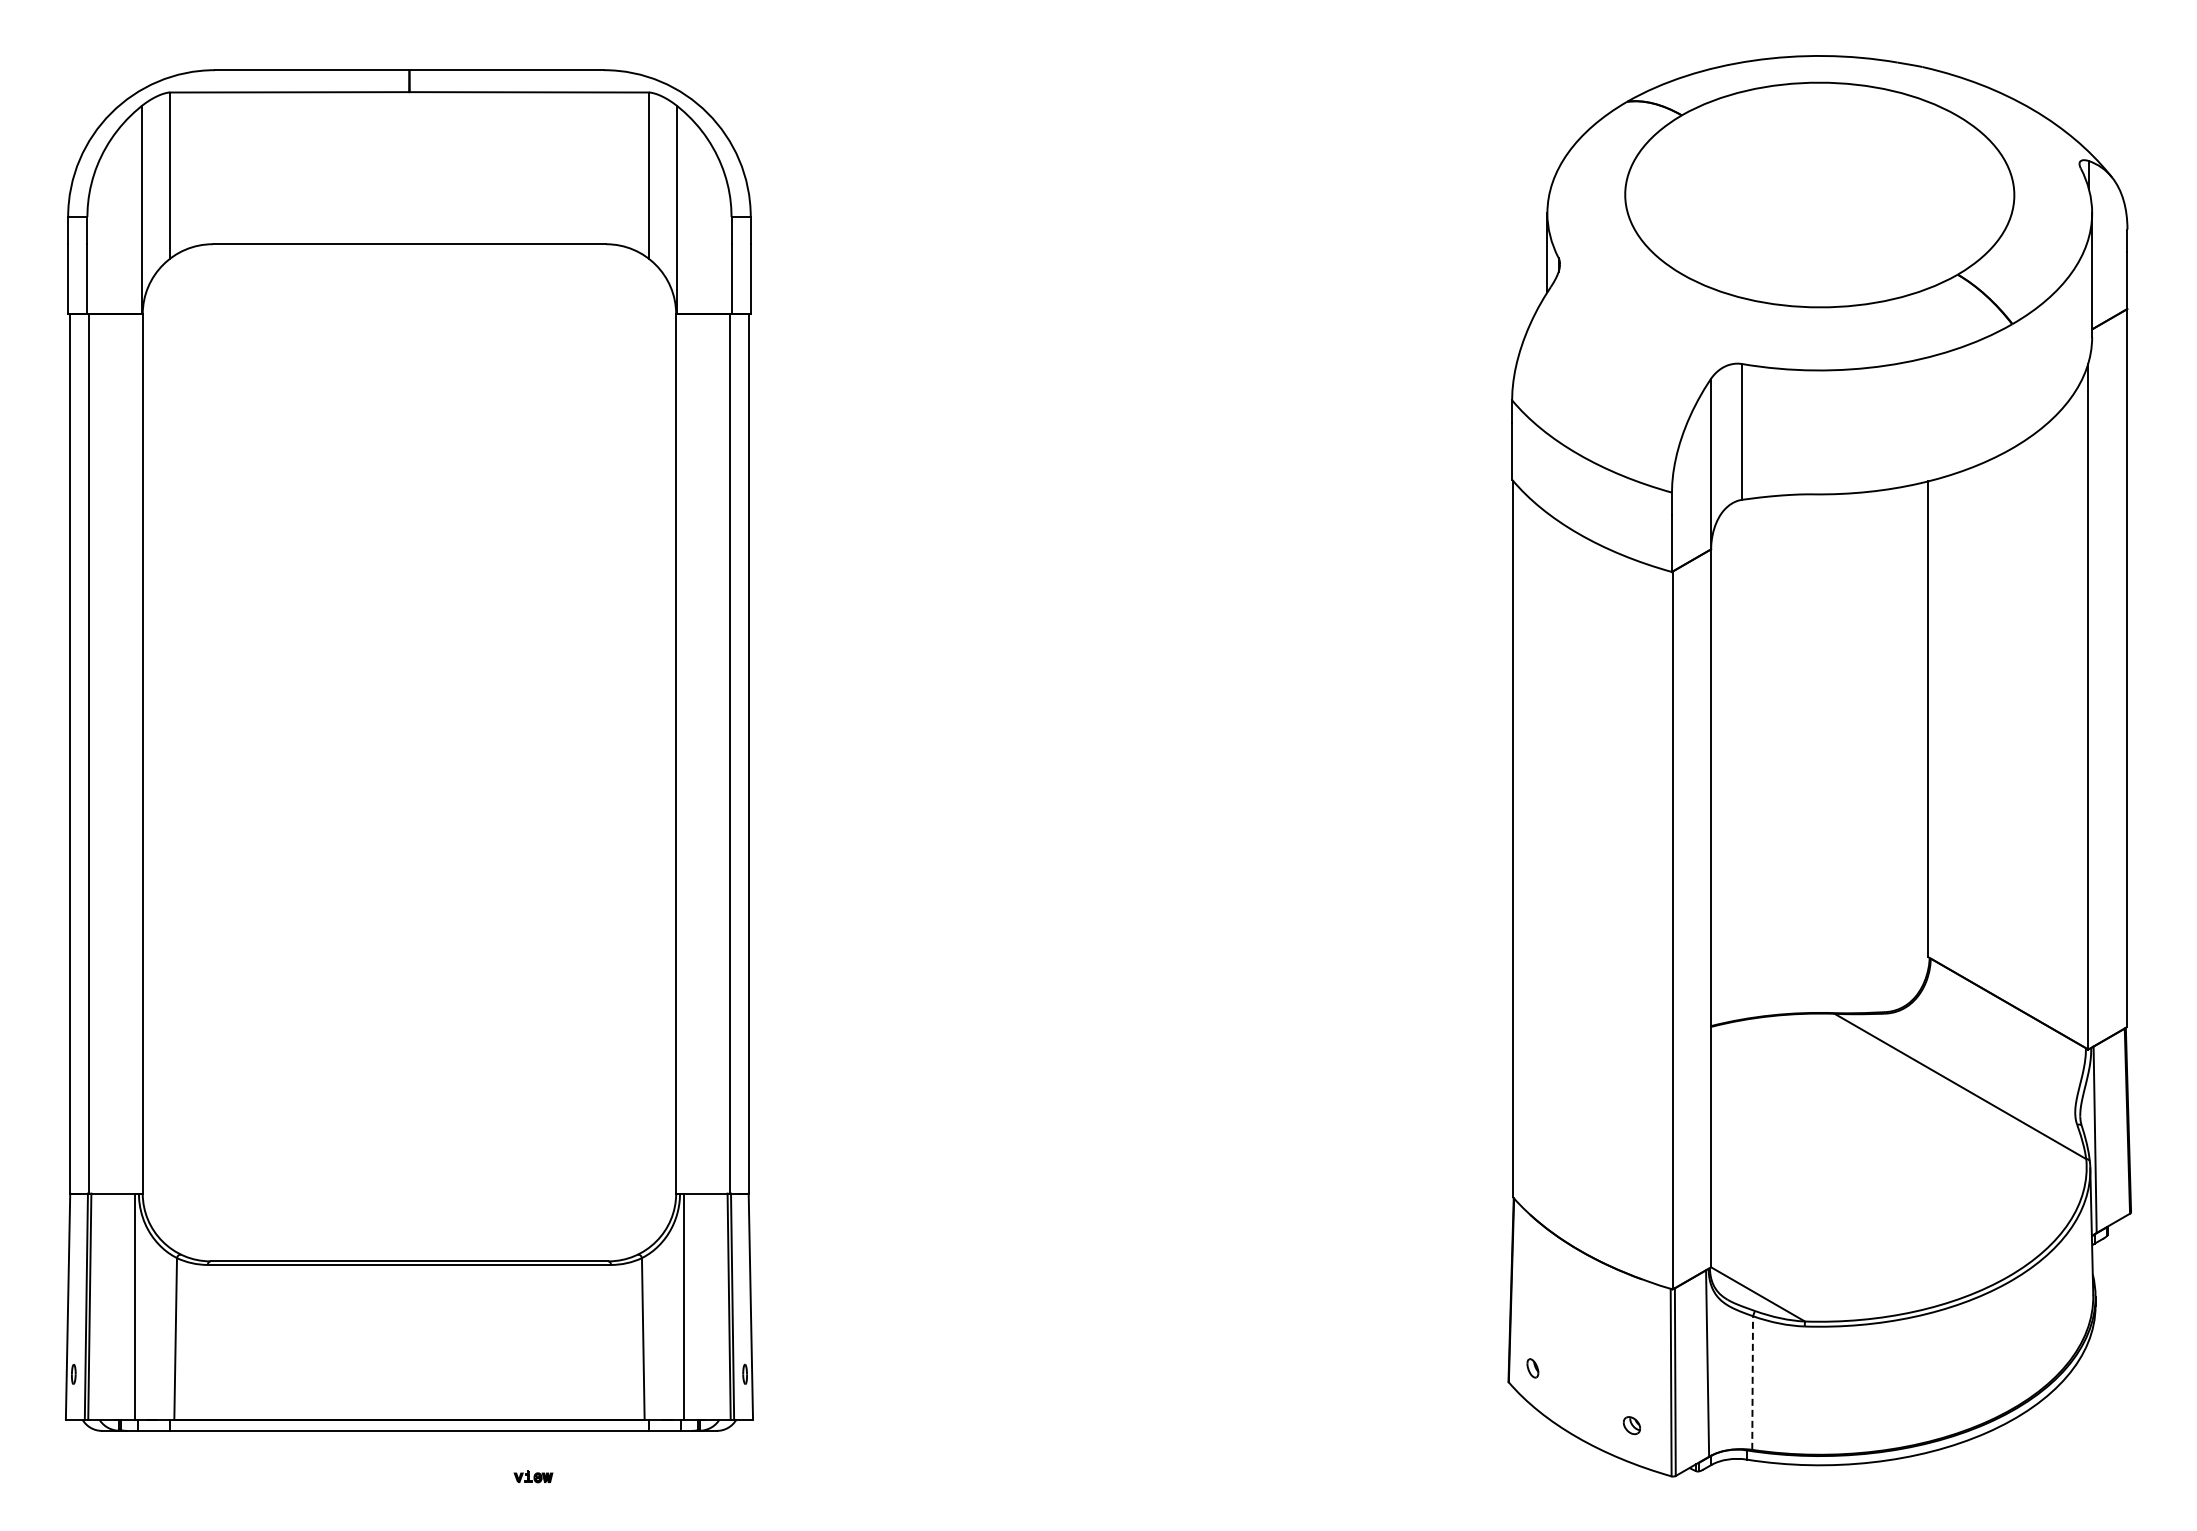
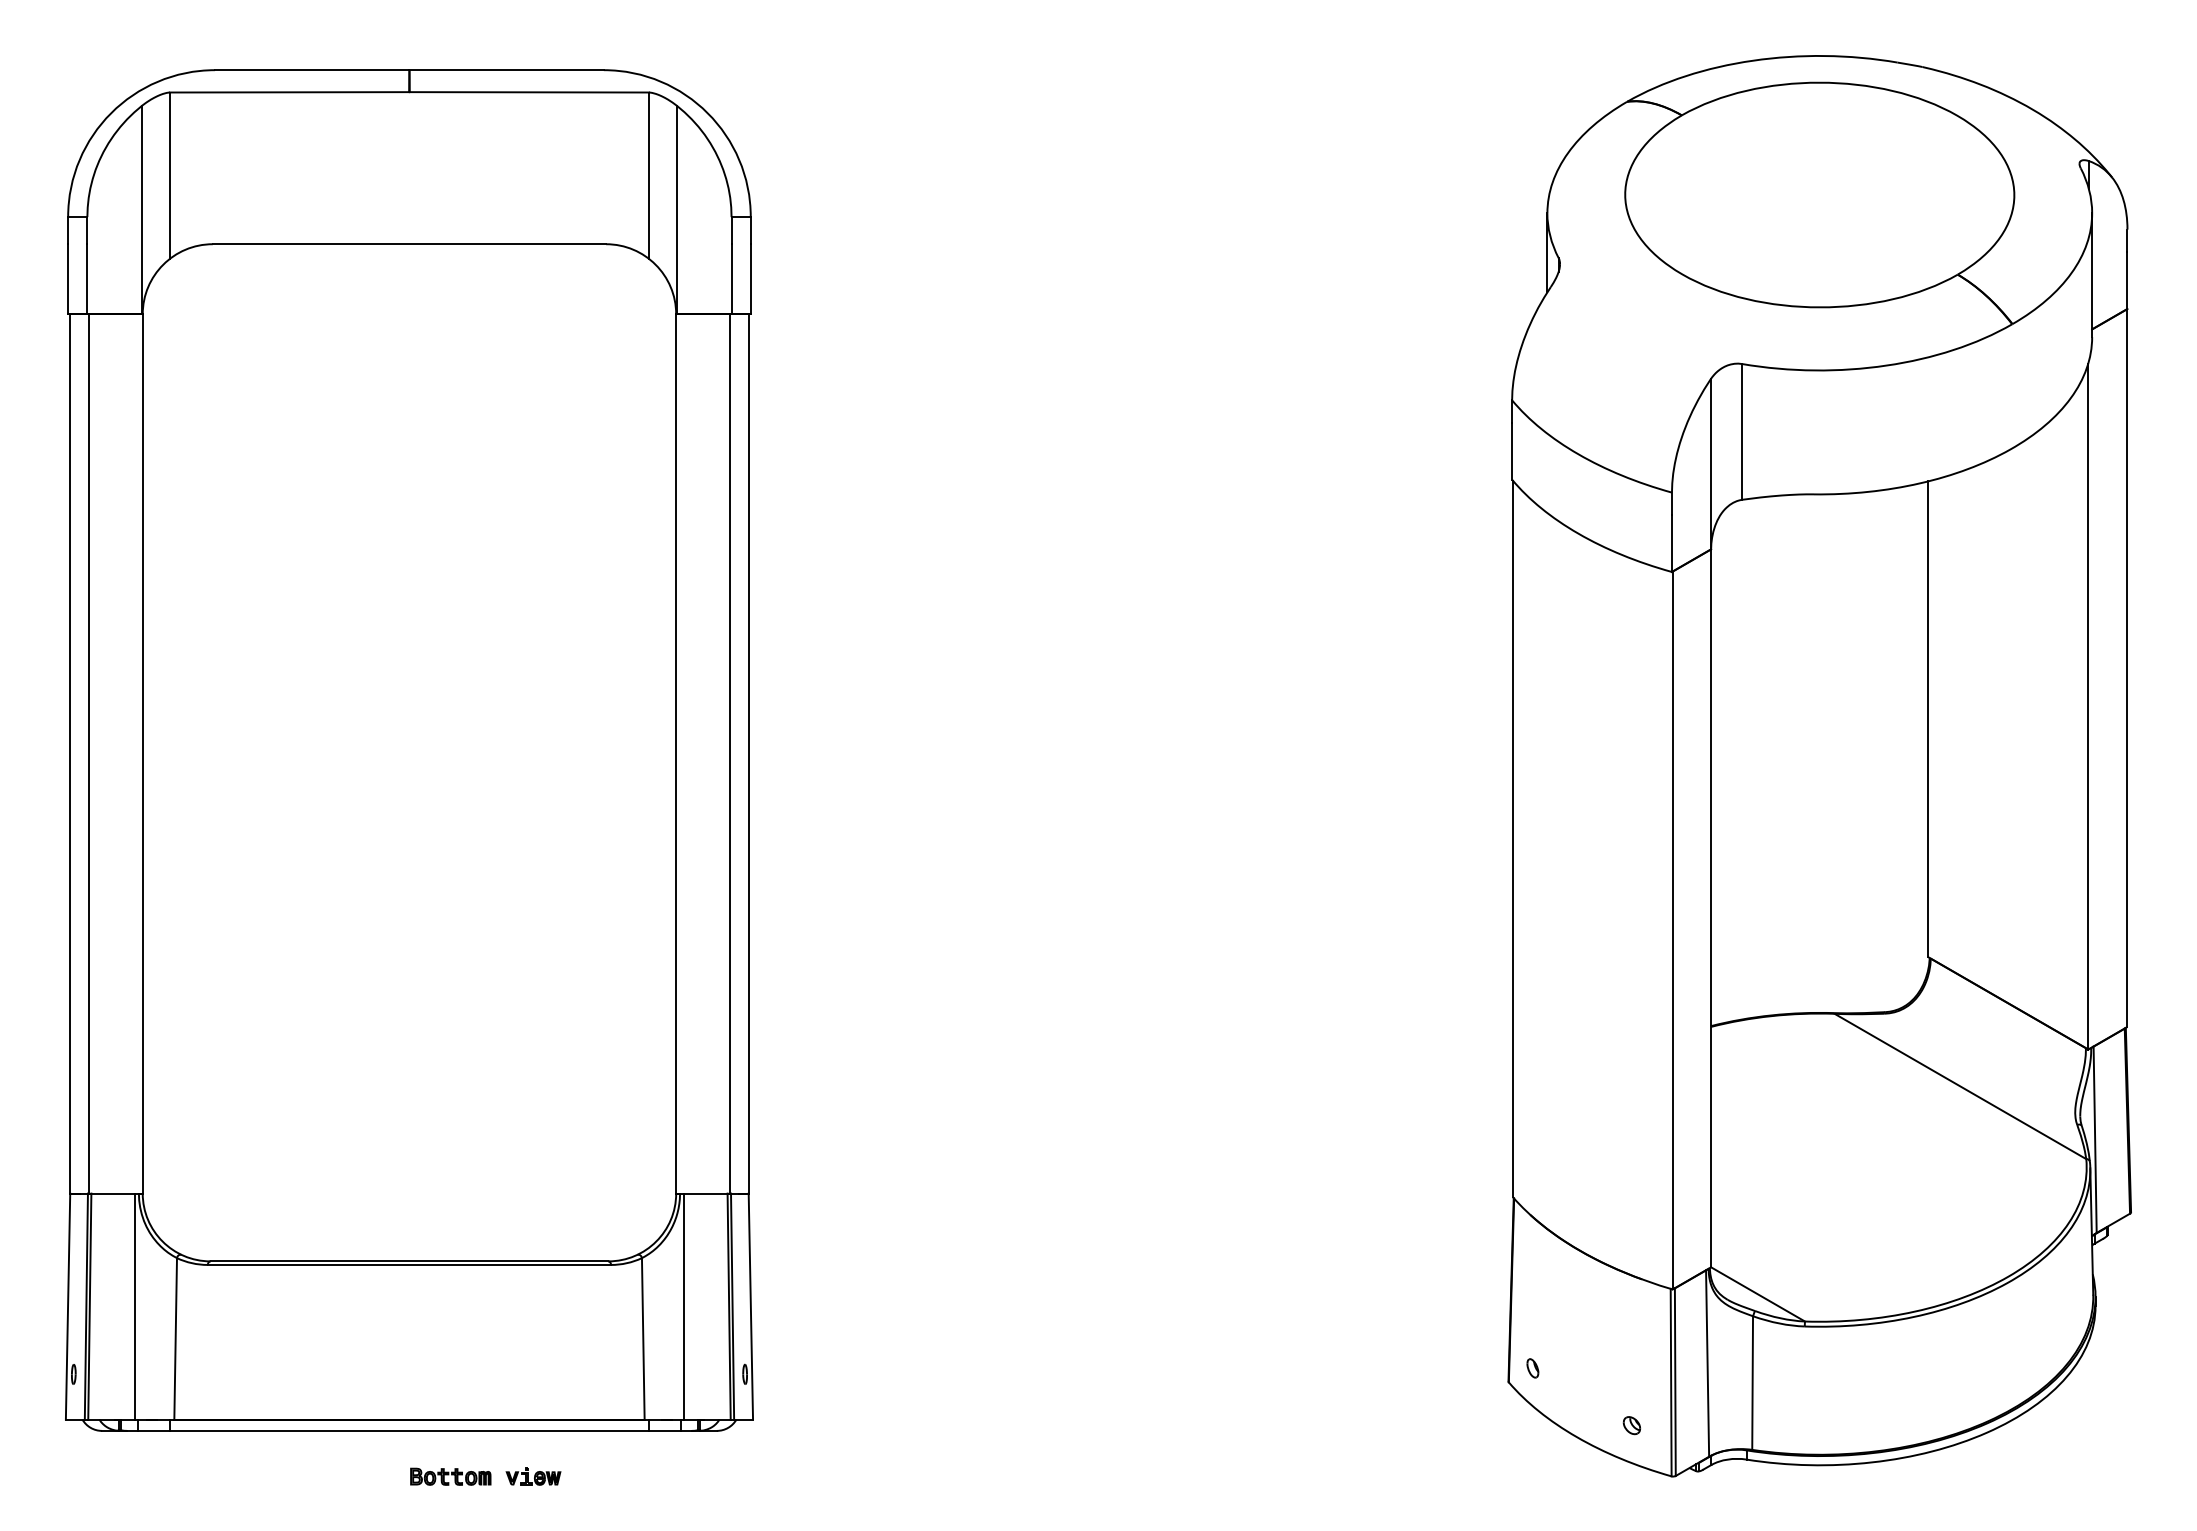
line at (1752, 1383): dashed -> solid
part at (450, 1476): none -> present
part at (533, 1476) size: 41x14 px -> 57x19 px
